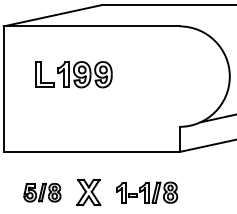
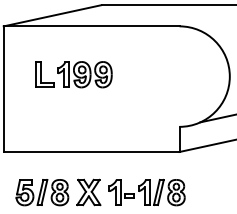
part at (42, 192) size: 39x21 px -> 55x28 px
part at (147, 192) size: 63x23 px -> 78x28 px
